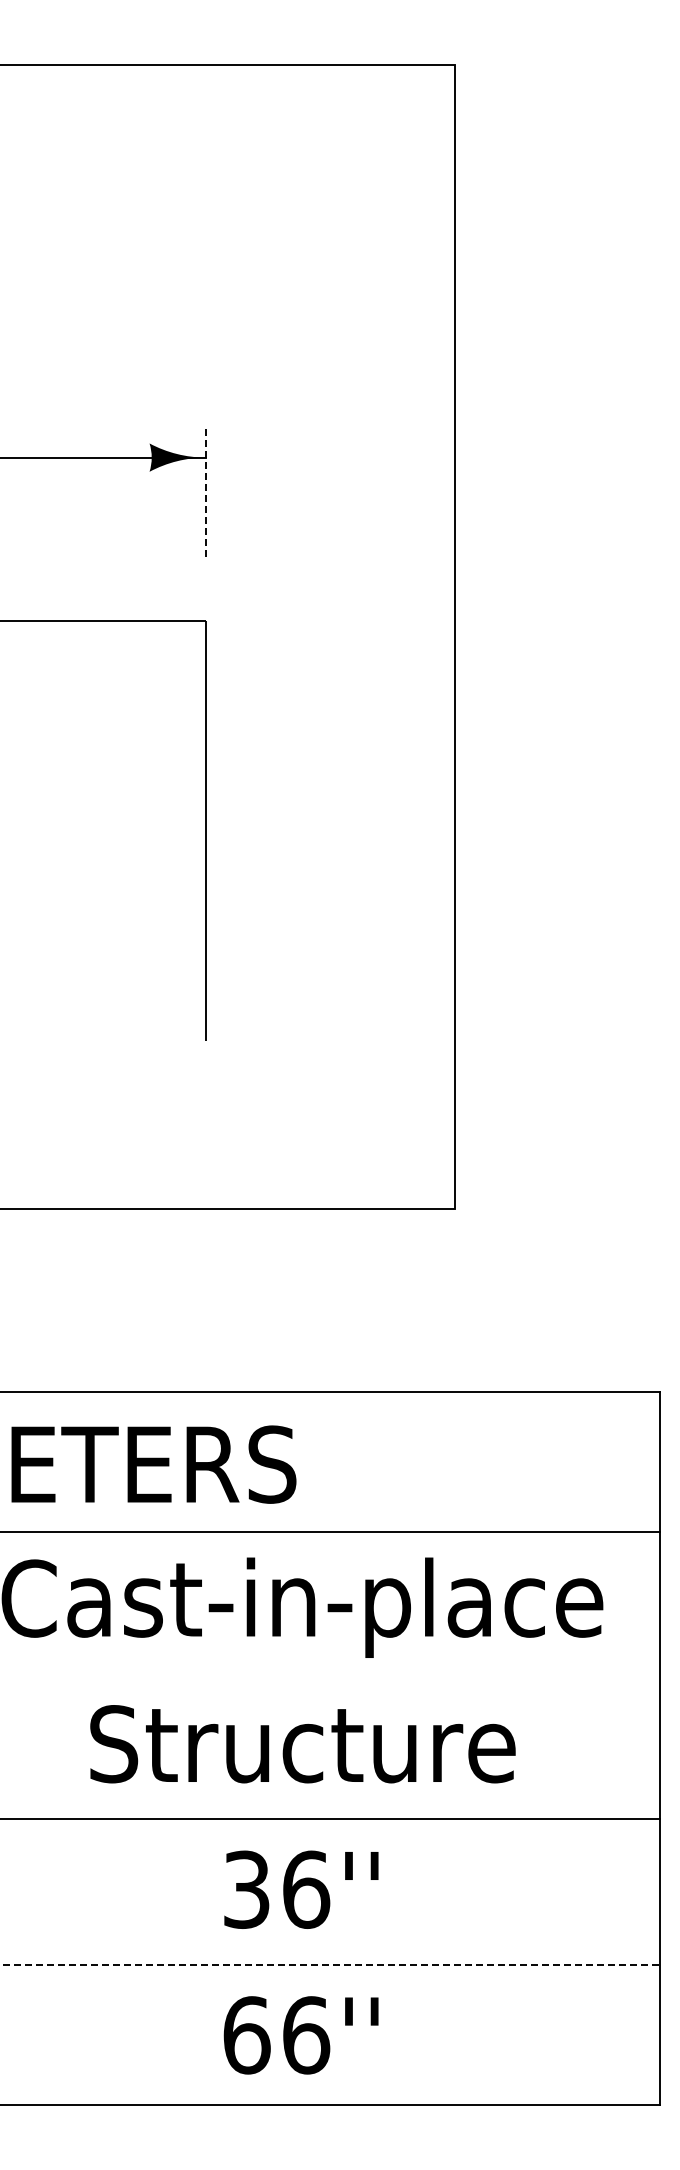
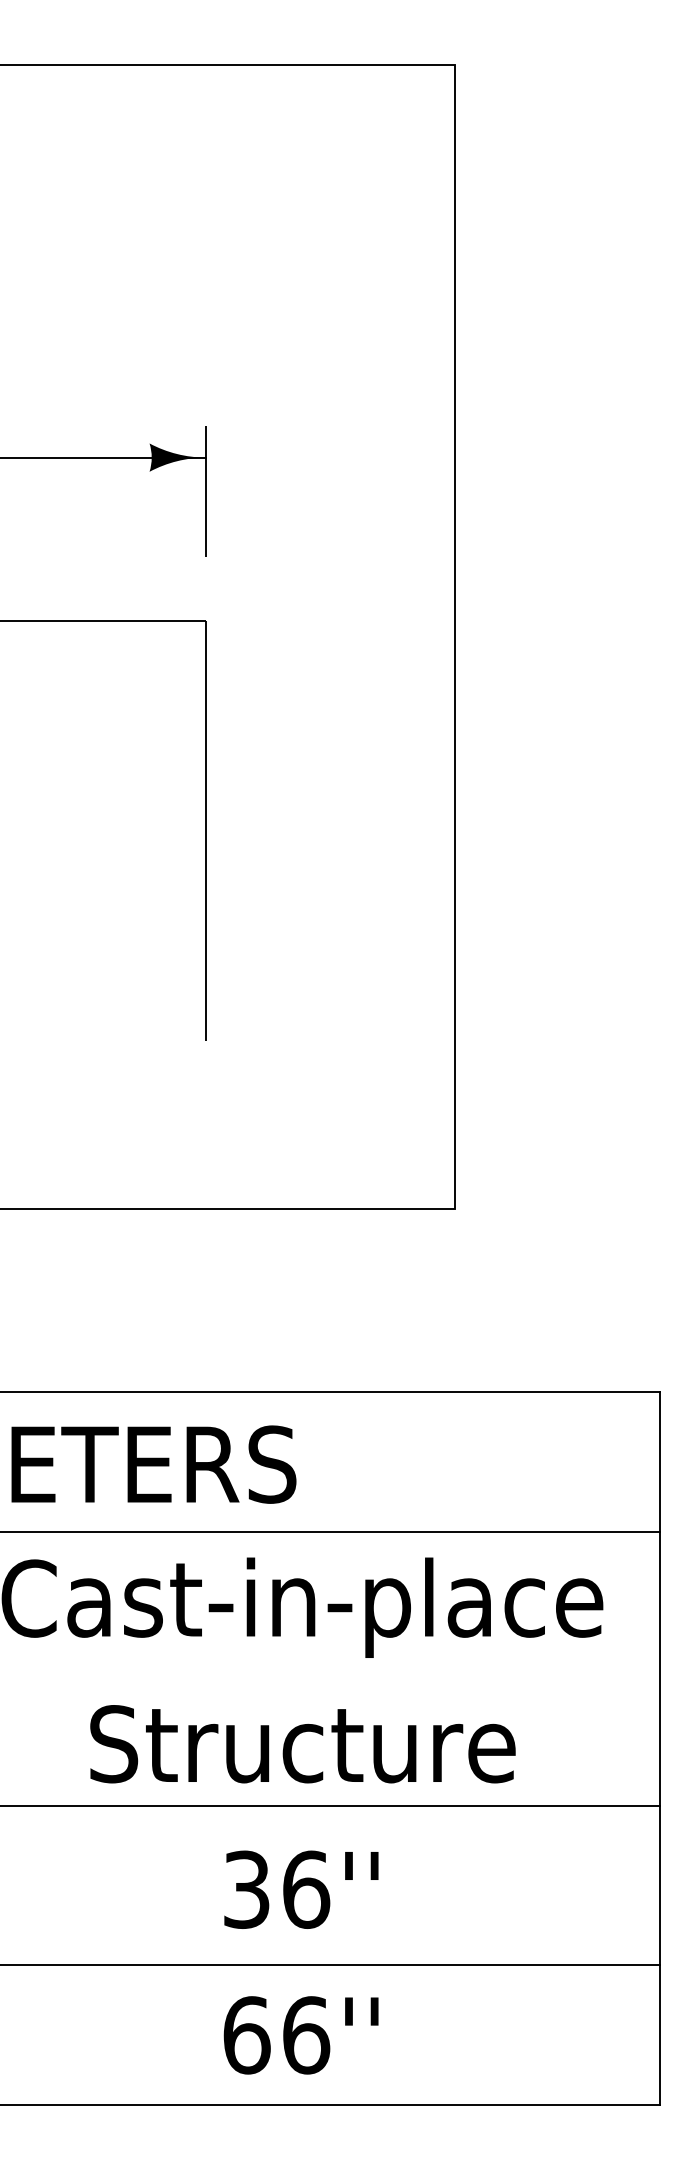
line at (206, 490): dashed -> solid
line at (330, 1818) position: (330, 1818) -> (330, 1805)
line at (330, 1964): dashed -> solid
